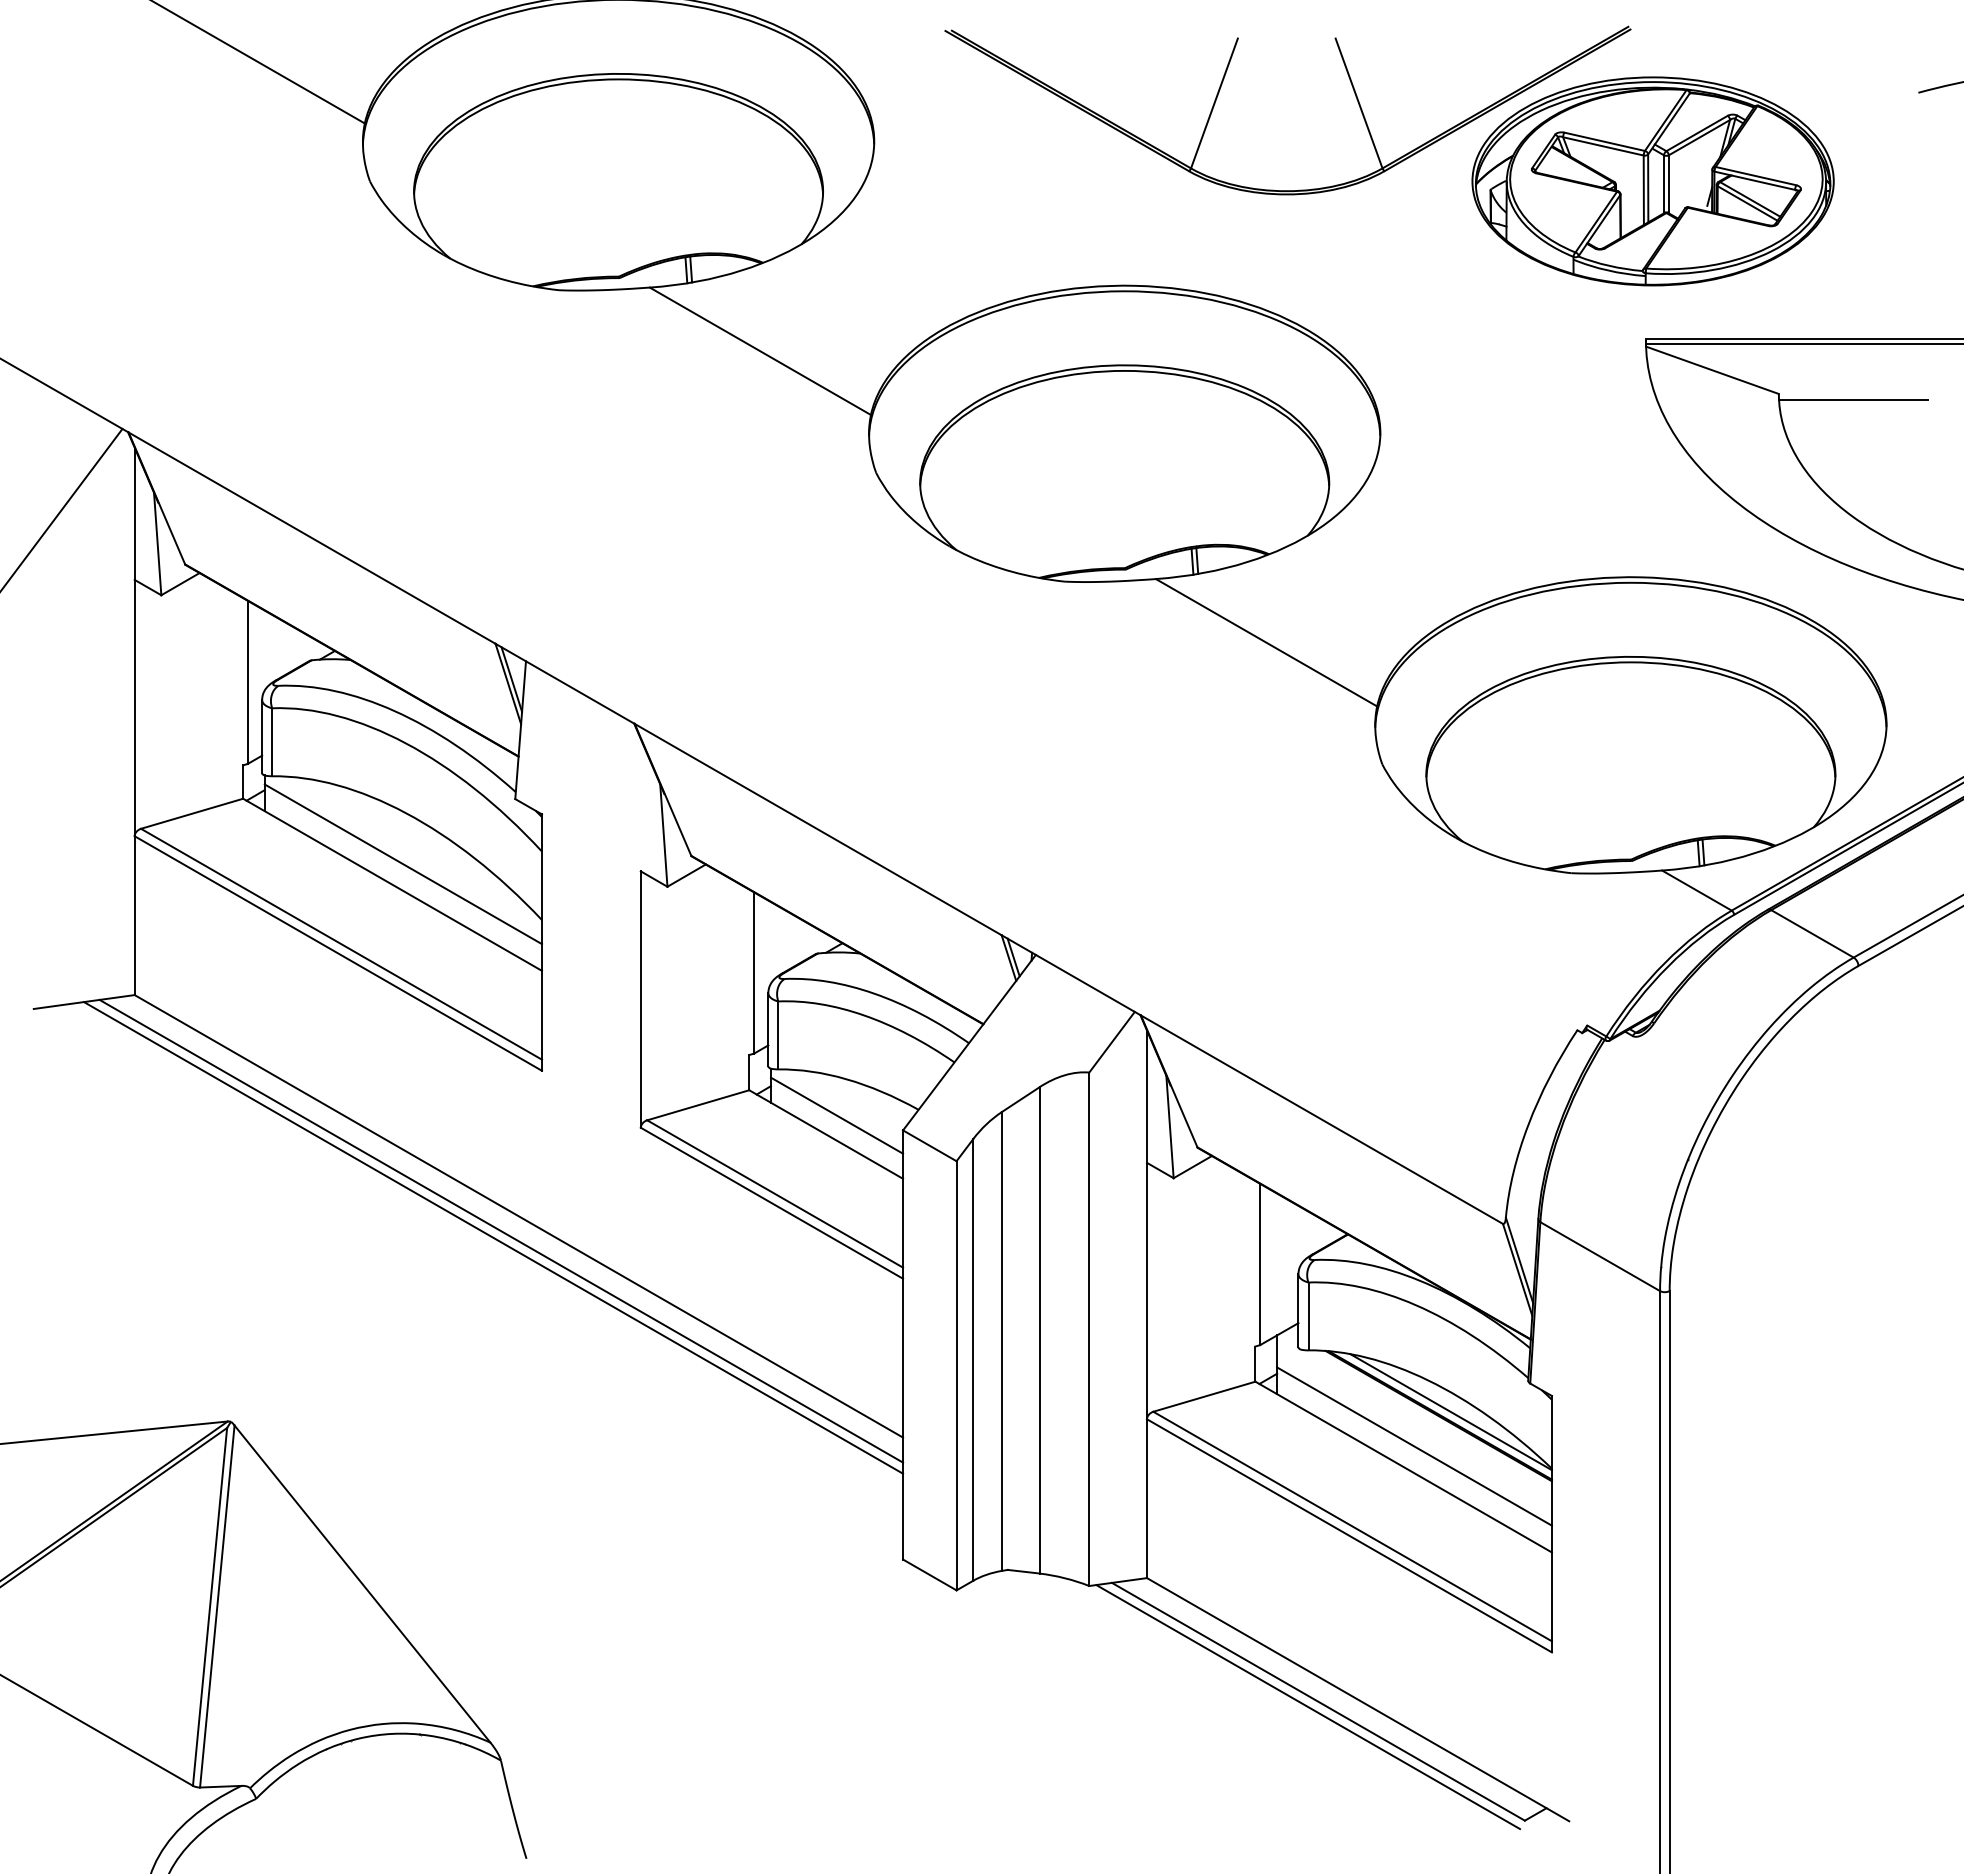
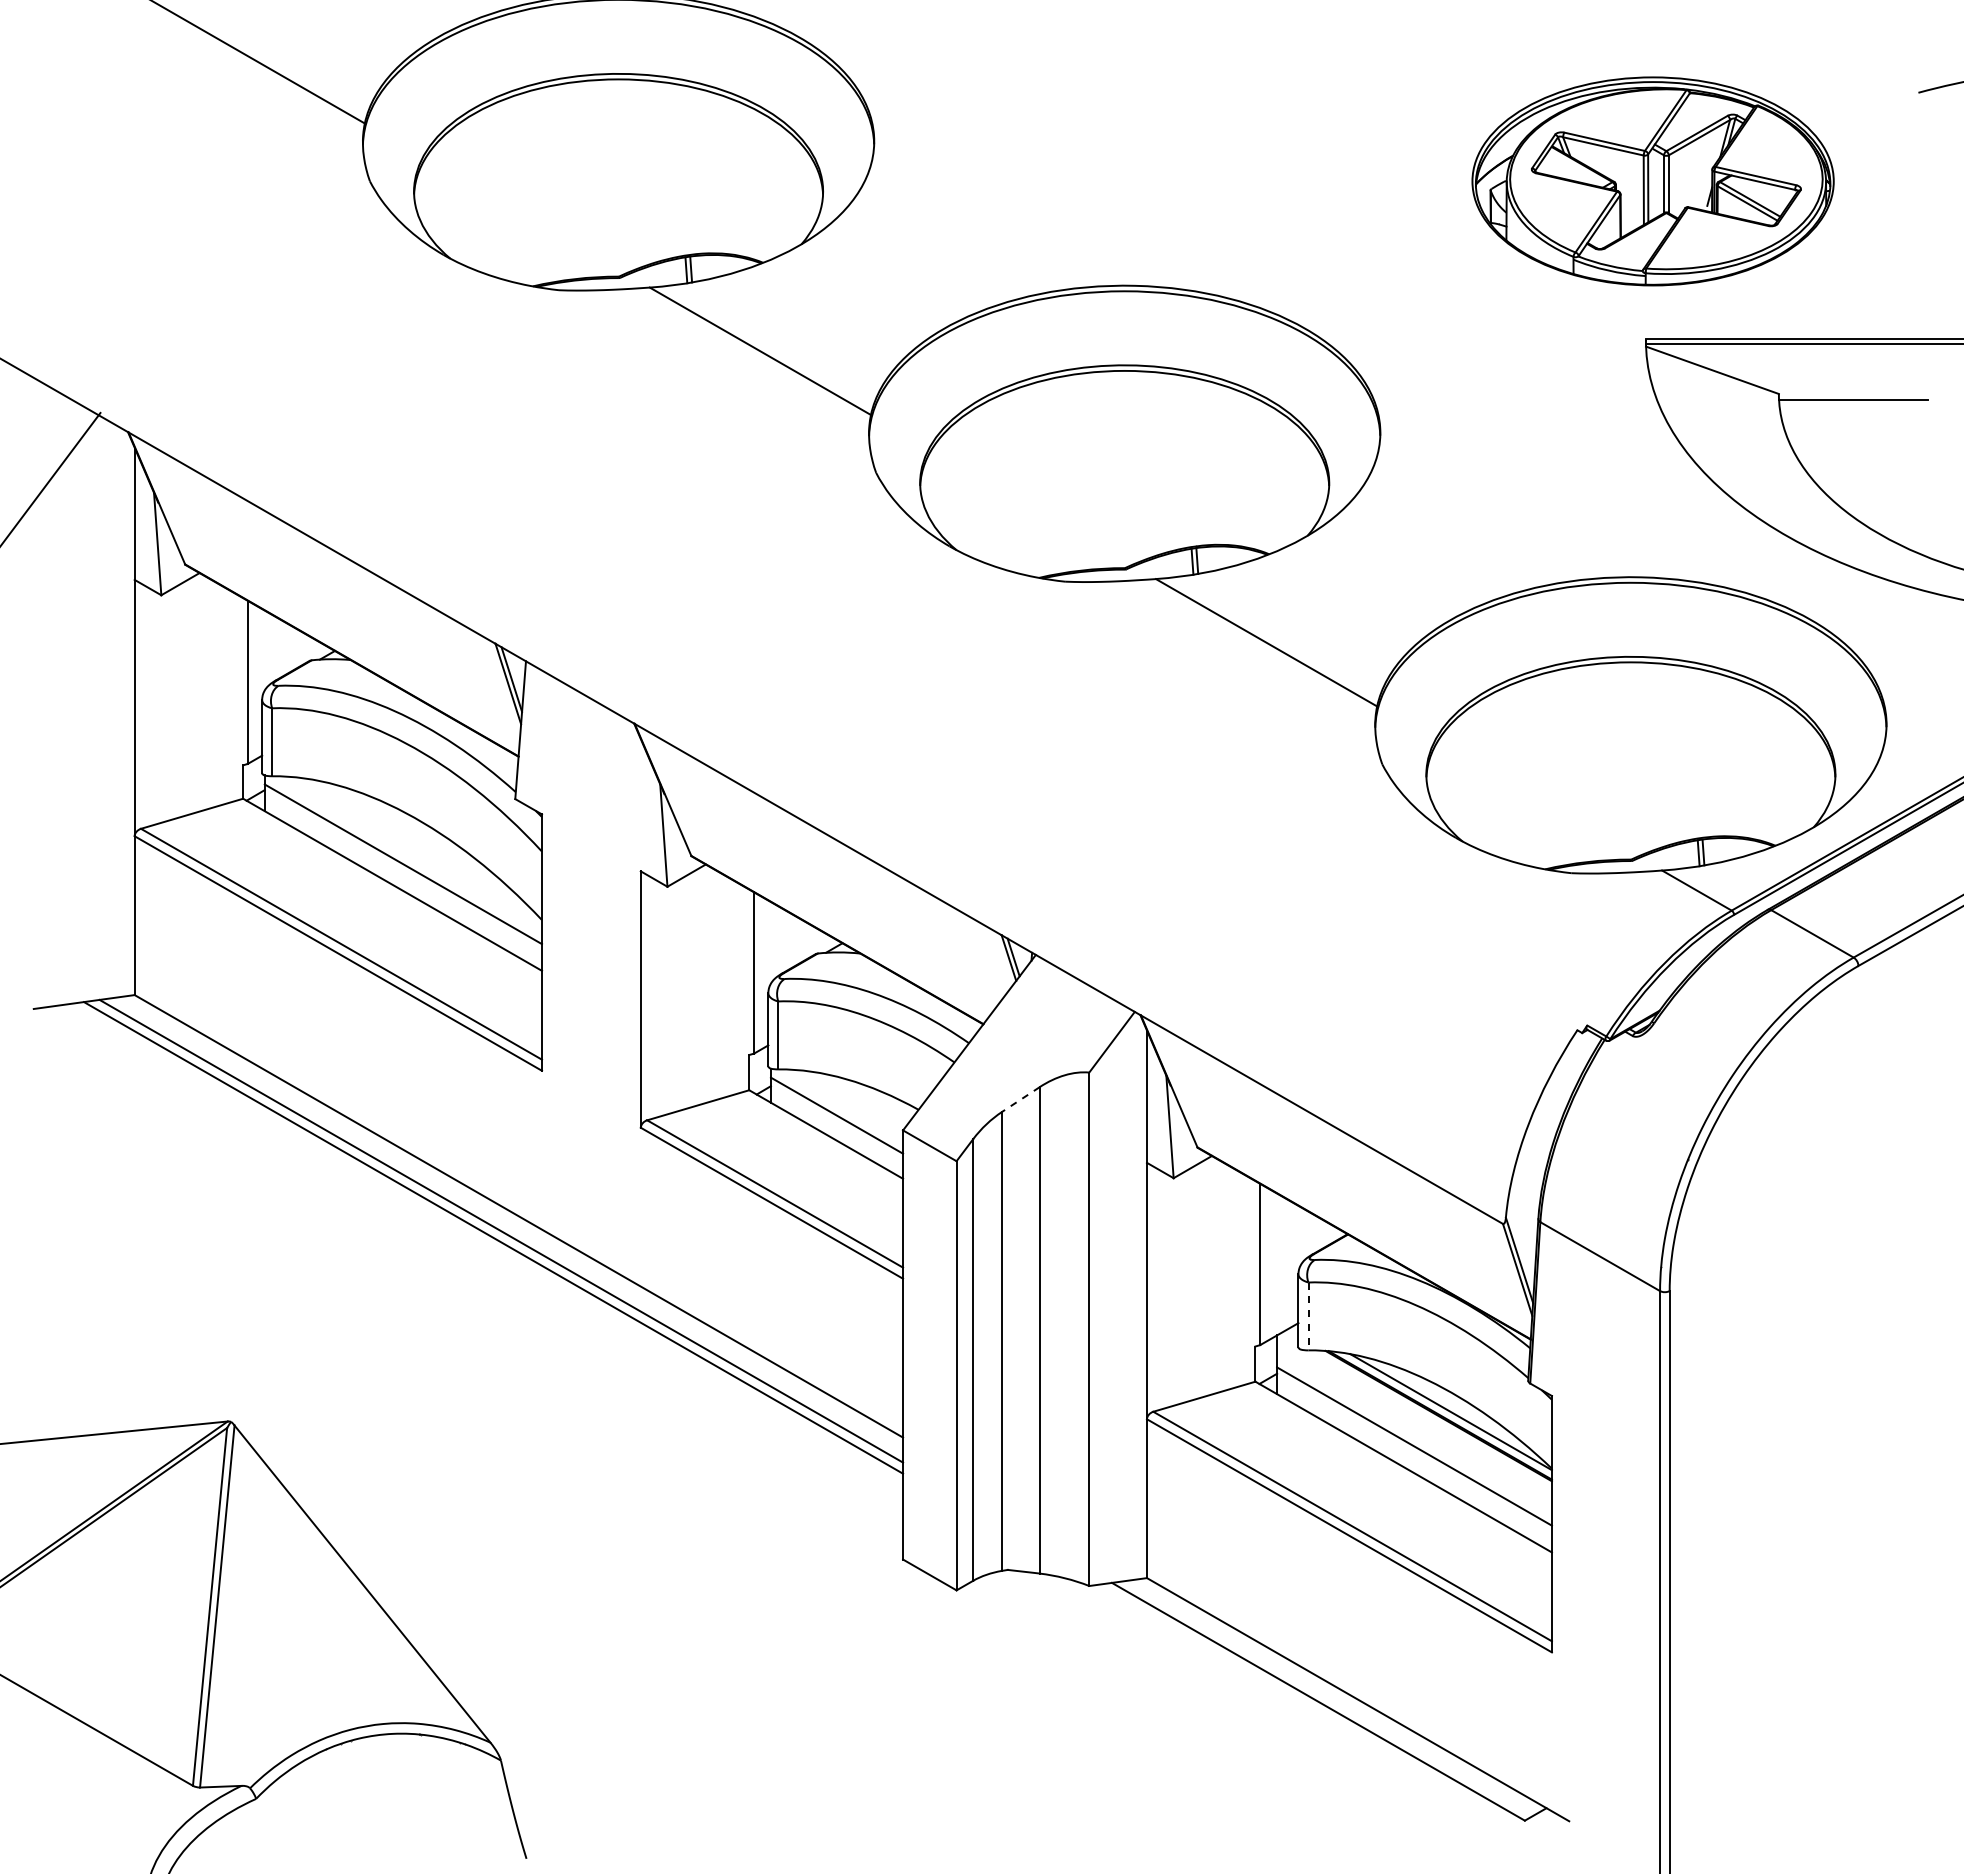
part at (1350, 83): present -> none
line at (62, 508) position: (62, 508) -> (51, 477)
line at (1020, 1099): solid -> dashed
line at (1308, 1316): solid -> dashed
line at (1308, 1707): present -> none
